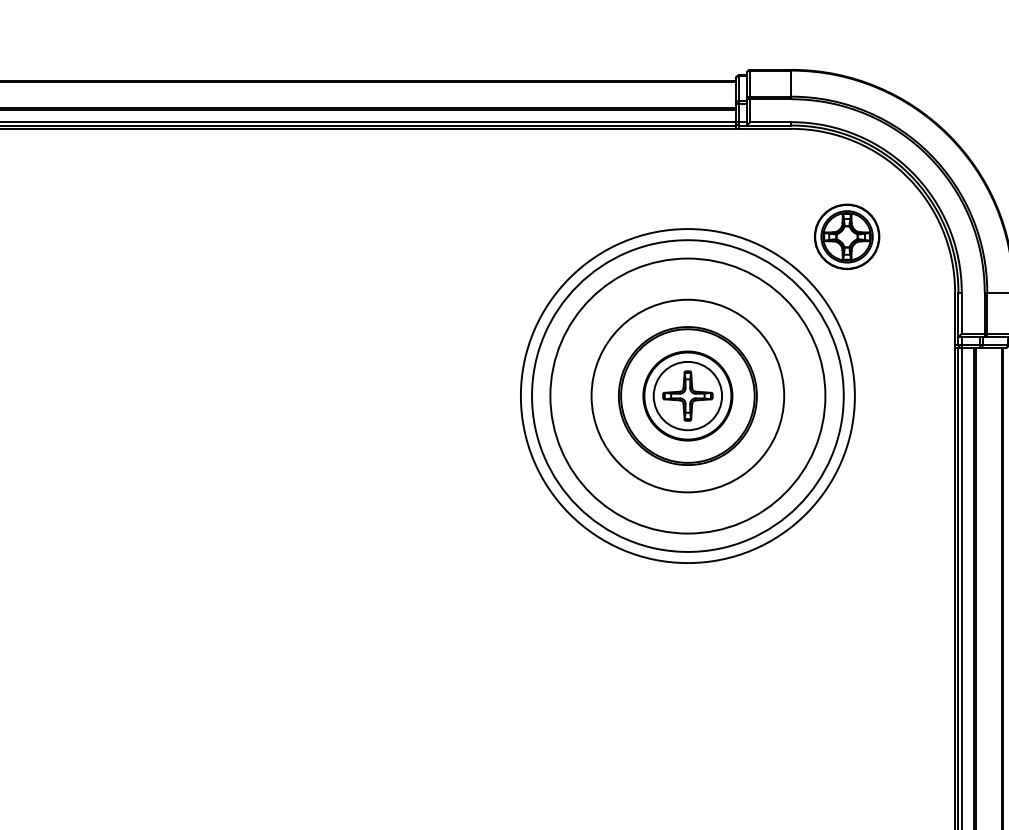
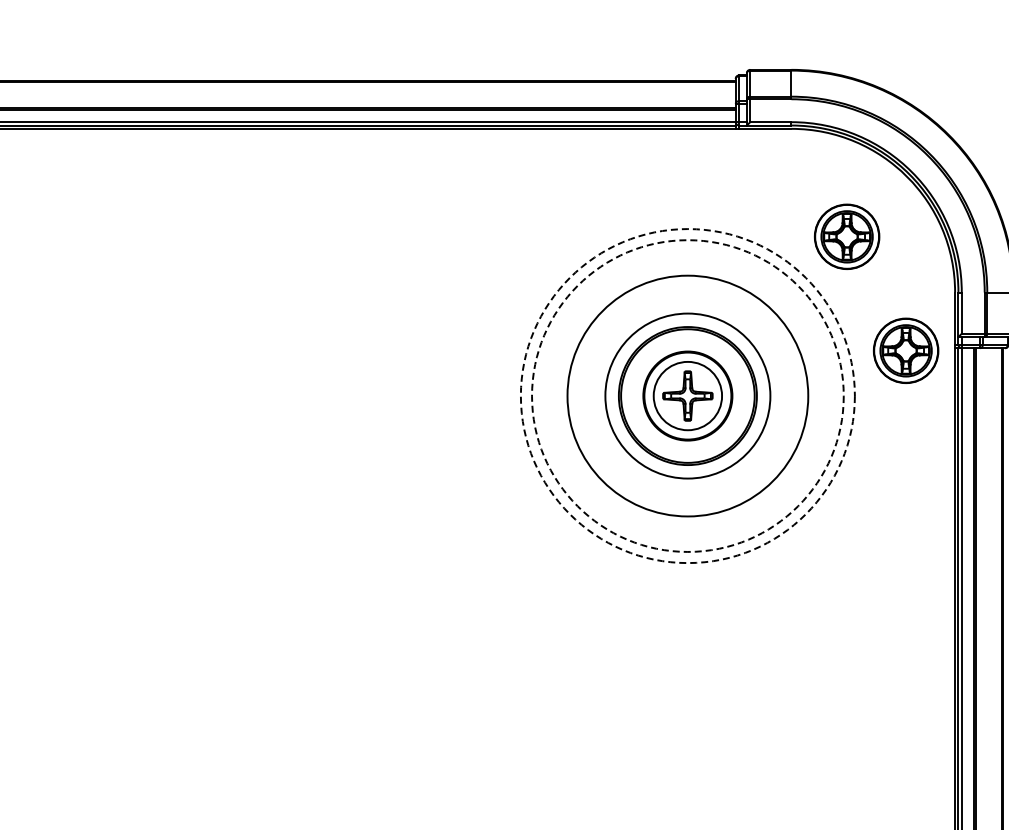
part at (906, 350): none -> present
circle at (687, 395) diameter: 193 px -> 241 px
circle at (687, 395) diameter: 275 px -> 165 px
circle at (687, 395): solid -> dashed
circle at (687, 396): solid -> dashed
